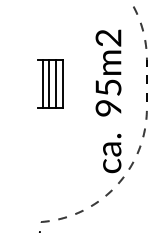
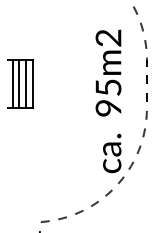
part at (50, 83) position: (50, 83) -> (20, 83)
